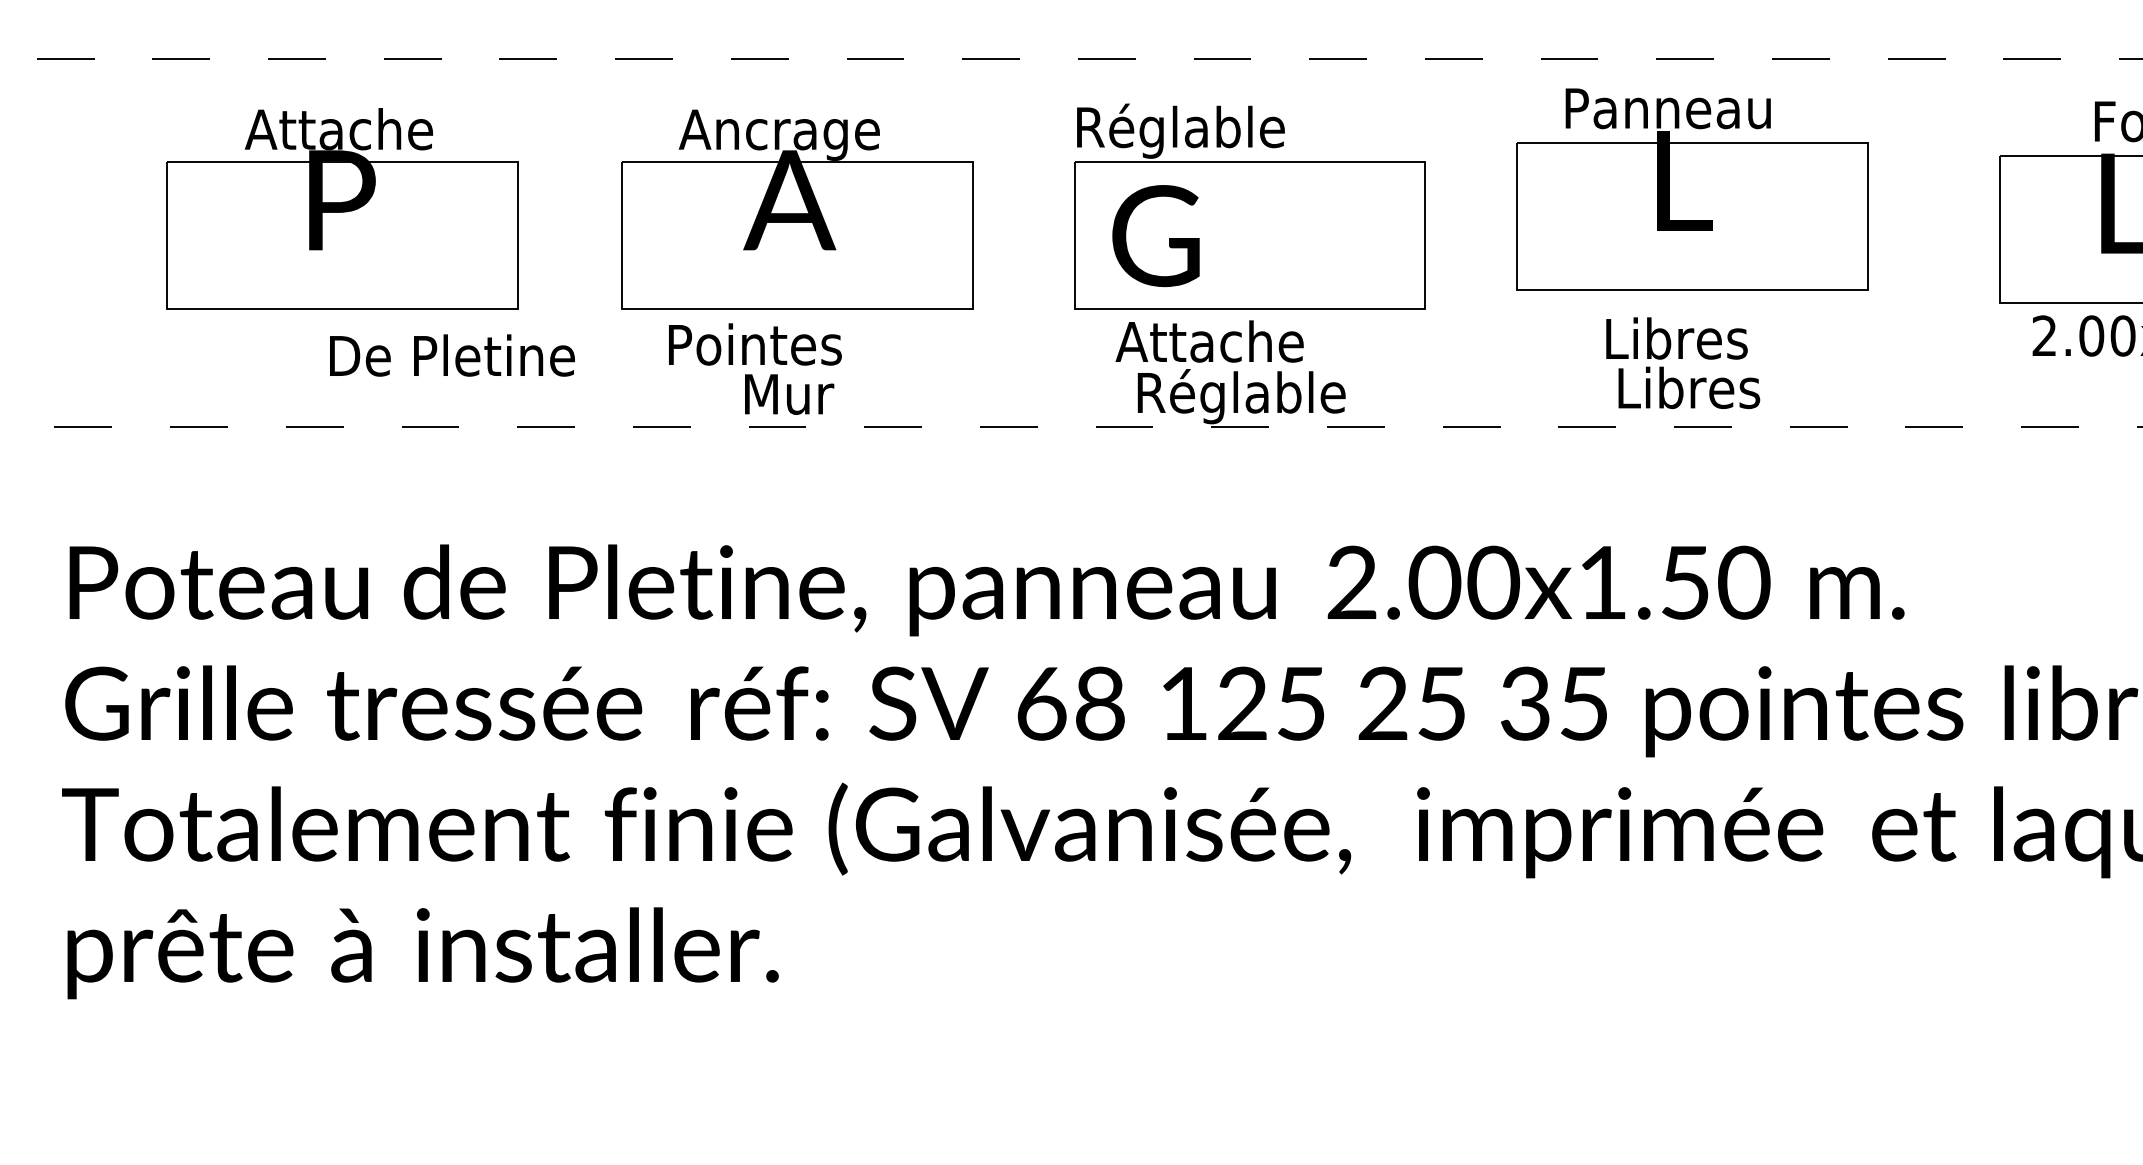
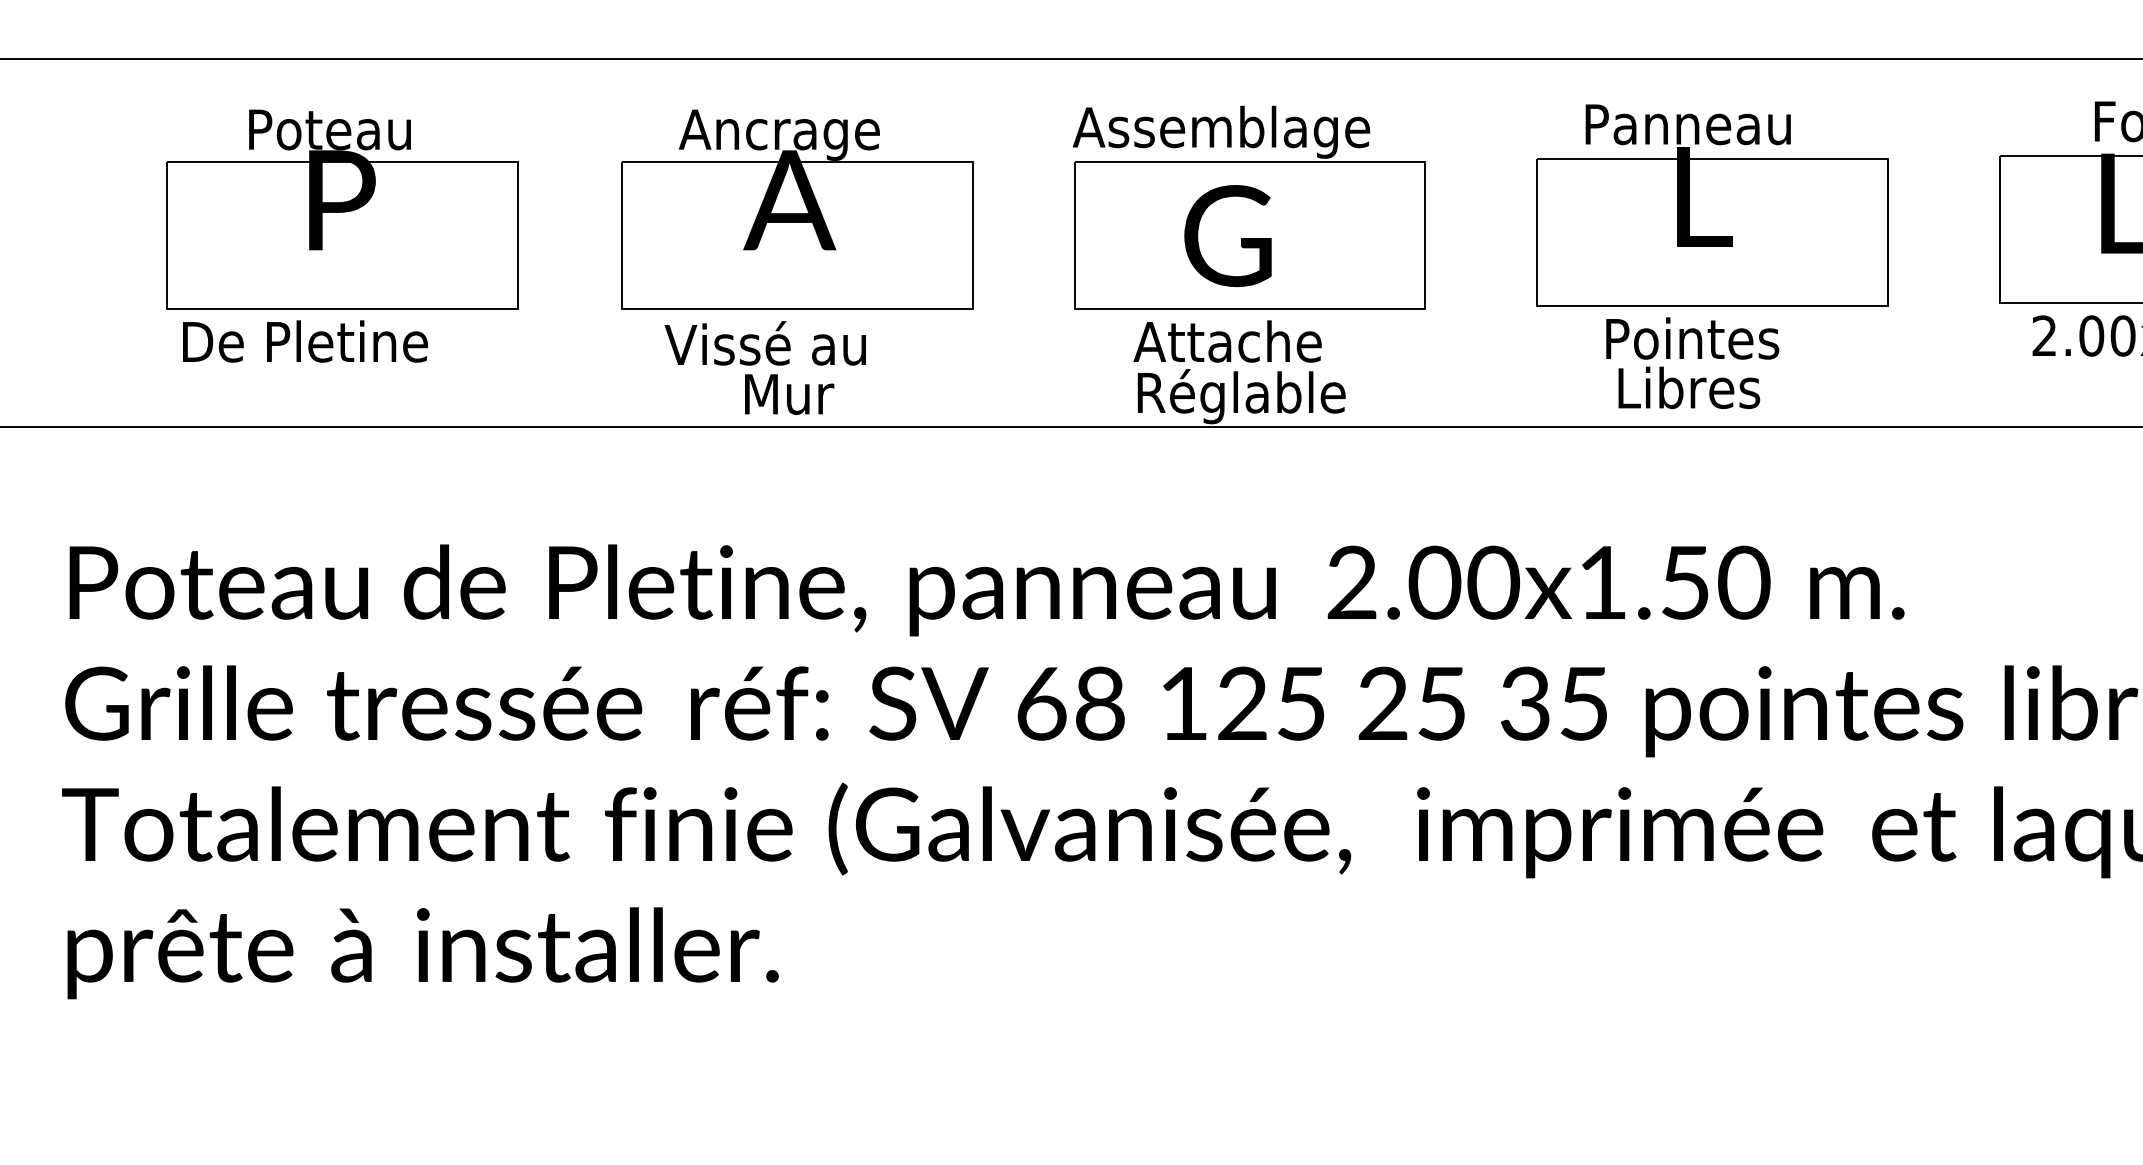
line at (1071, 58): dashed -> solid
text at (338, 129): Attache -> Poteau
text at (1221, 130): Réglable -> Assemblage
part at (1692, 189) position: (1692, 189) -> (1712, 205)
text at (1155, 236) position: (1155, 236) -> (1227, 236)
text at (1695, 338): Libres -> Pointes
text at (1209, 341) position: (1209, 341) -> (1227, 341)
text at (764, 343): Pointes -> Vissé au
text at (452, 355) position: (452, 355) -> (305, 341)
line at (1072, 426): dashed -> solid
